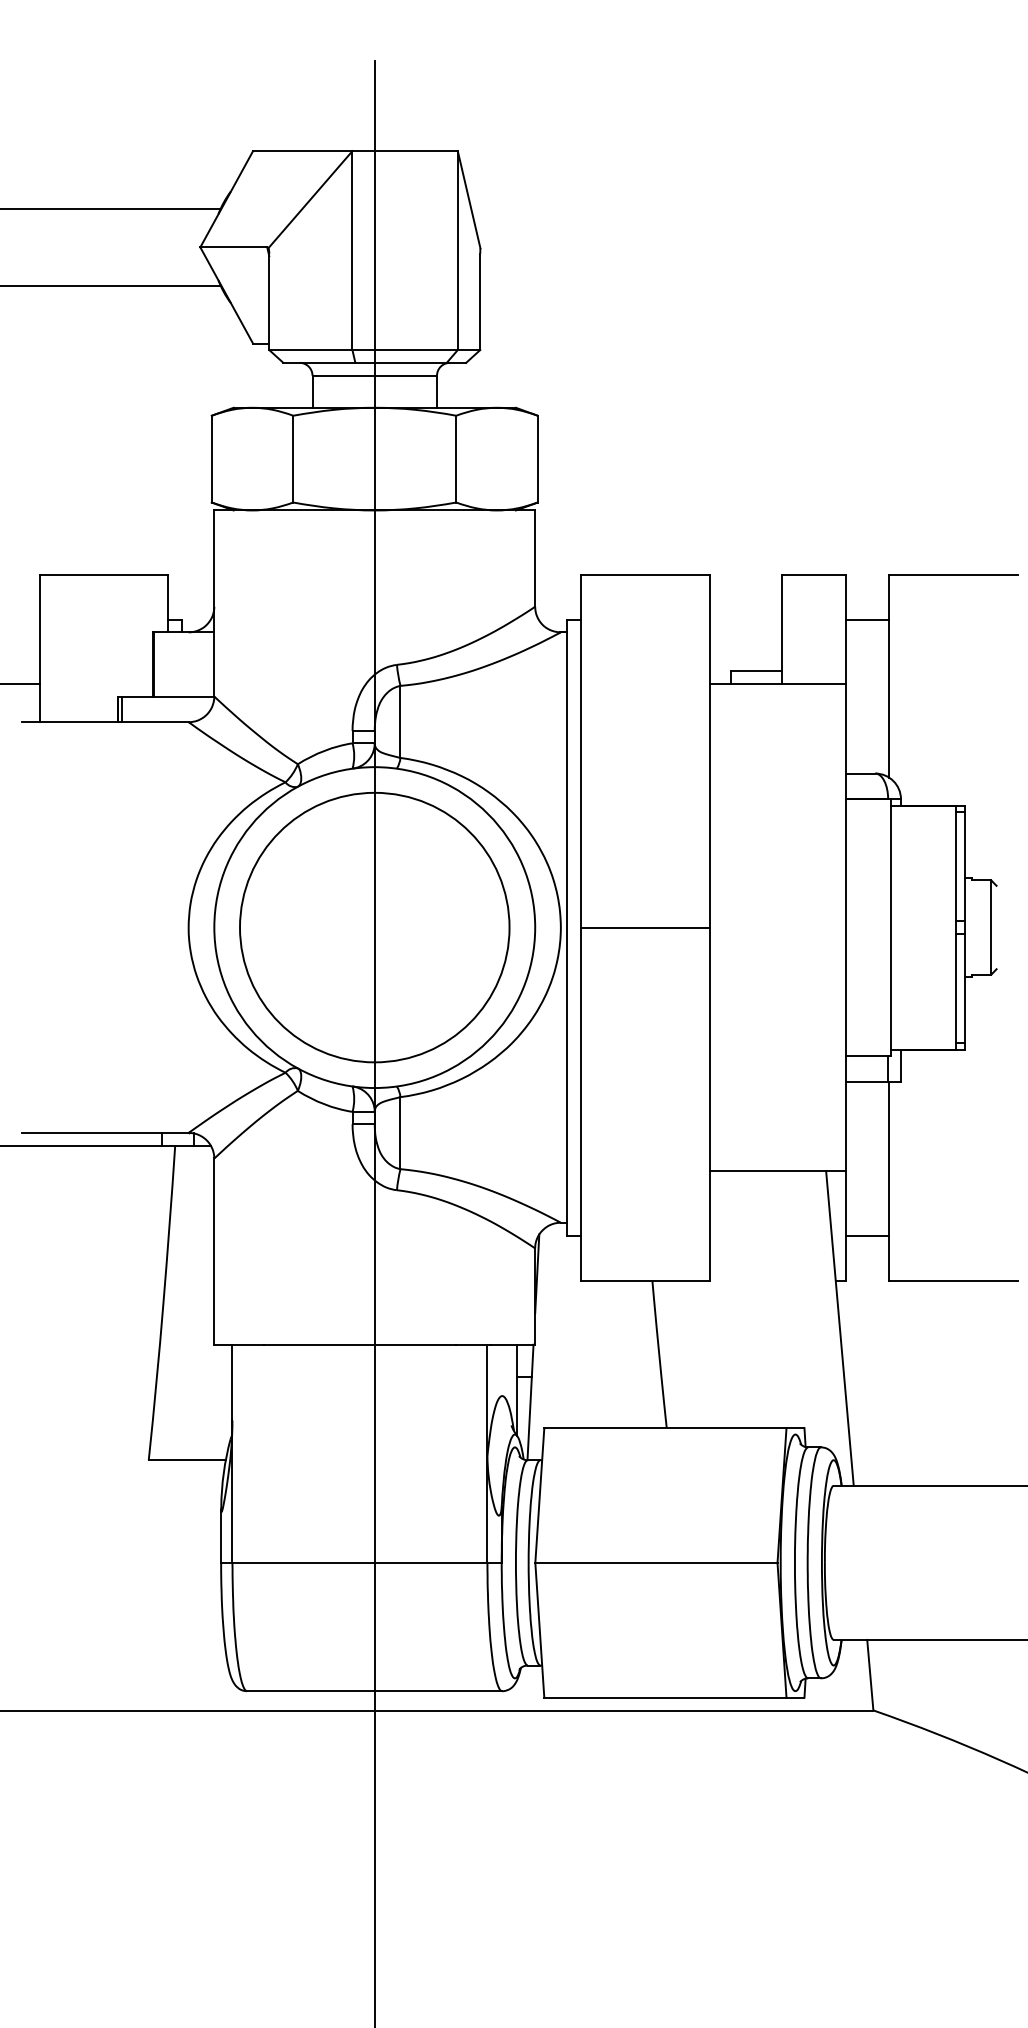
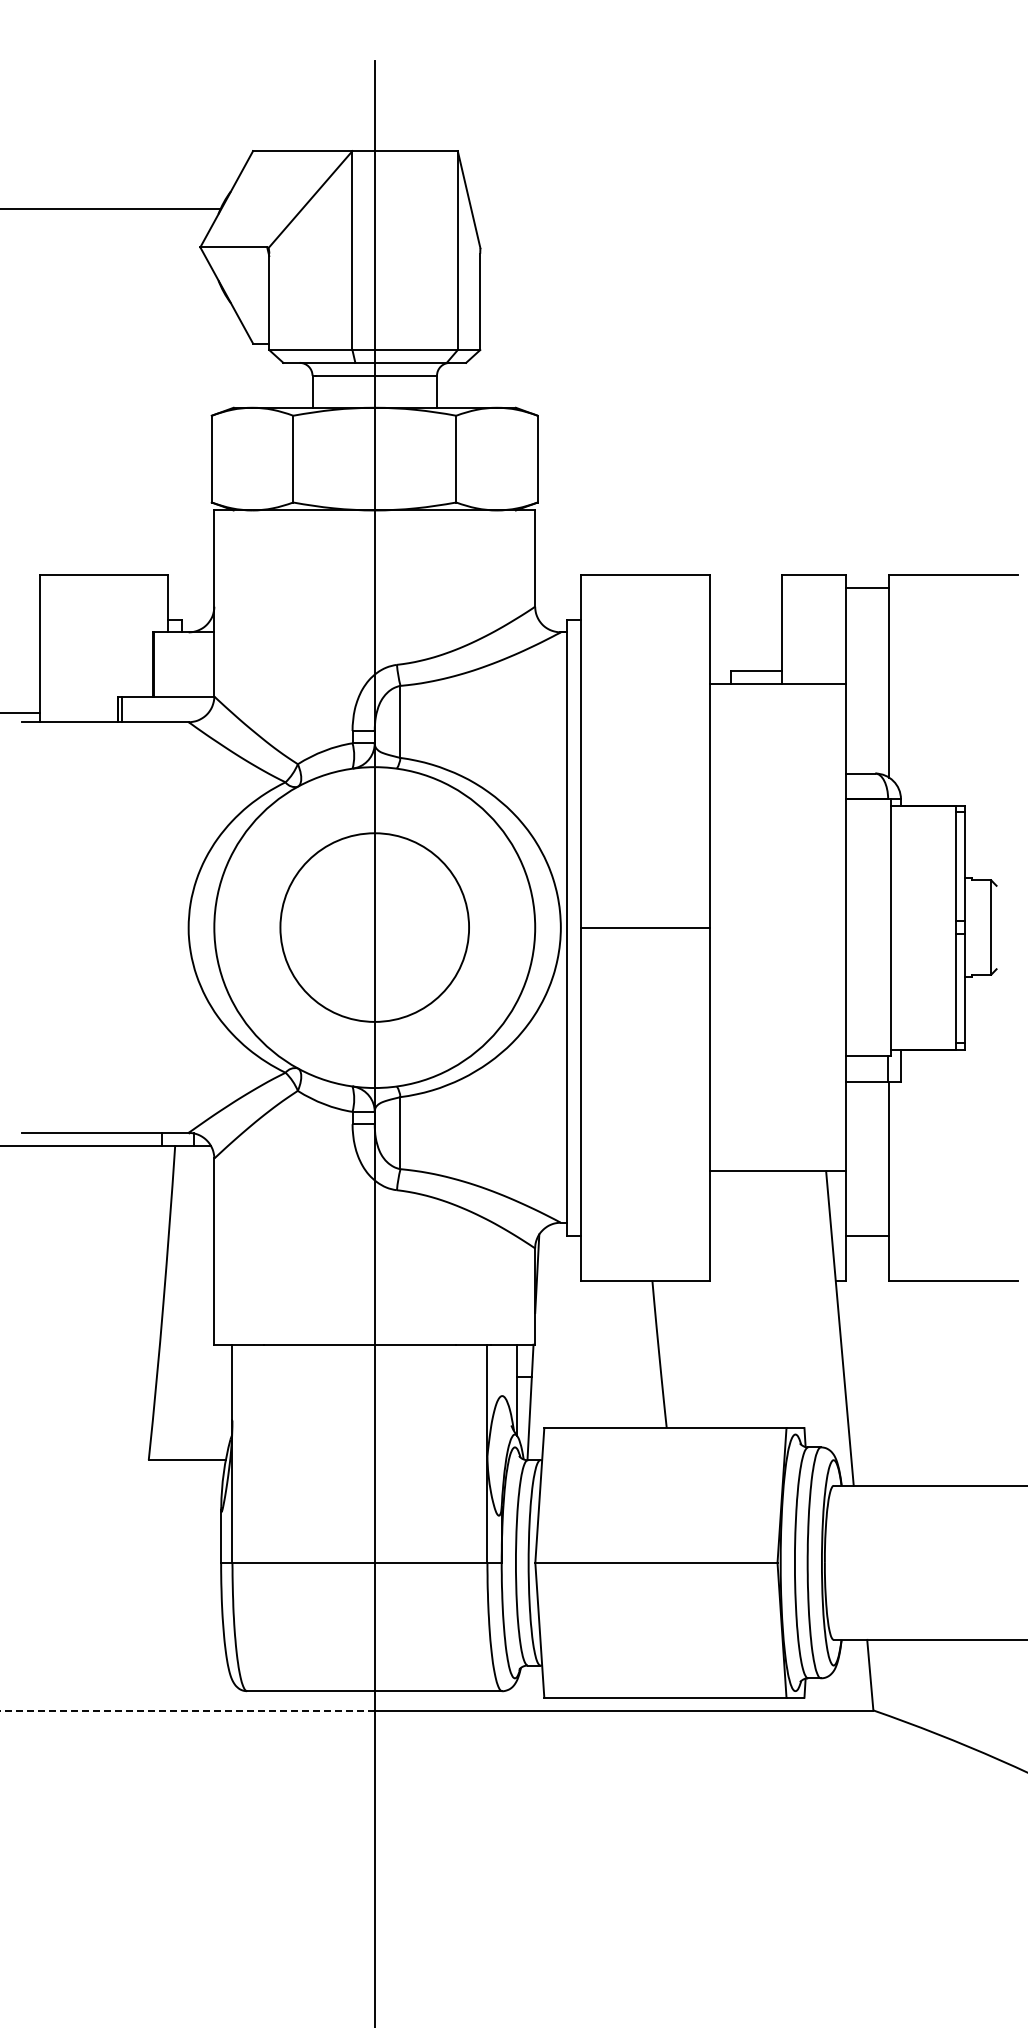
line at (111, 285): present -> none
line at (867, 619) position: (867, 619) -> (867, 587)
line at (20, 683) position: (20, 683) -> (20, 712)
circle at (374, 927) diameter: 270 px -> 189 px
line at (186, 1710): solid -> dashed
